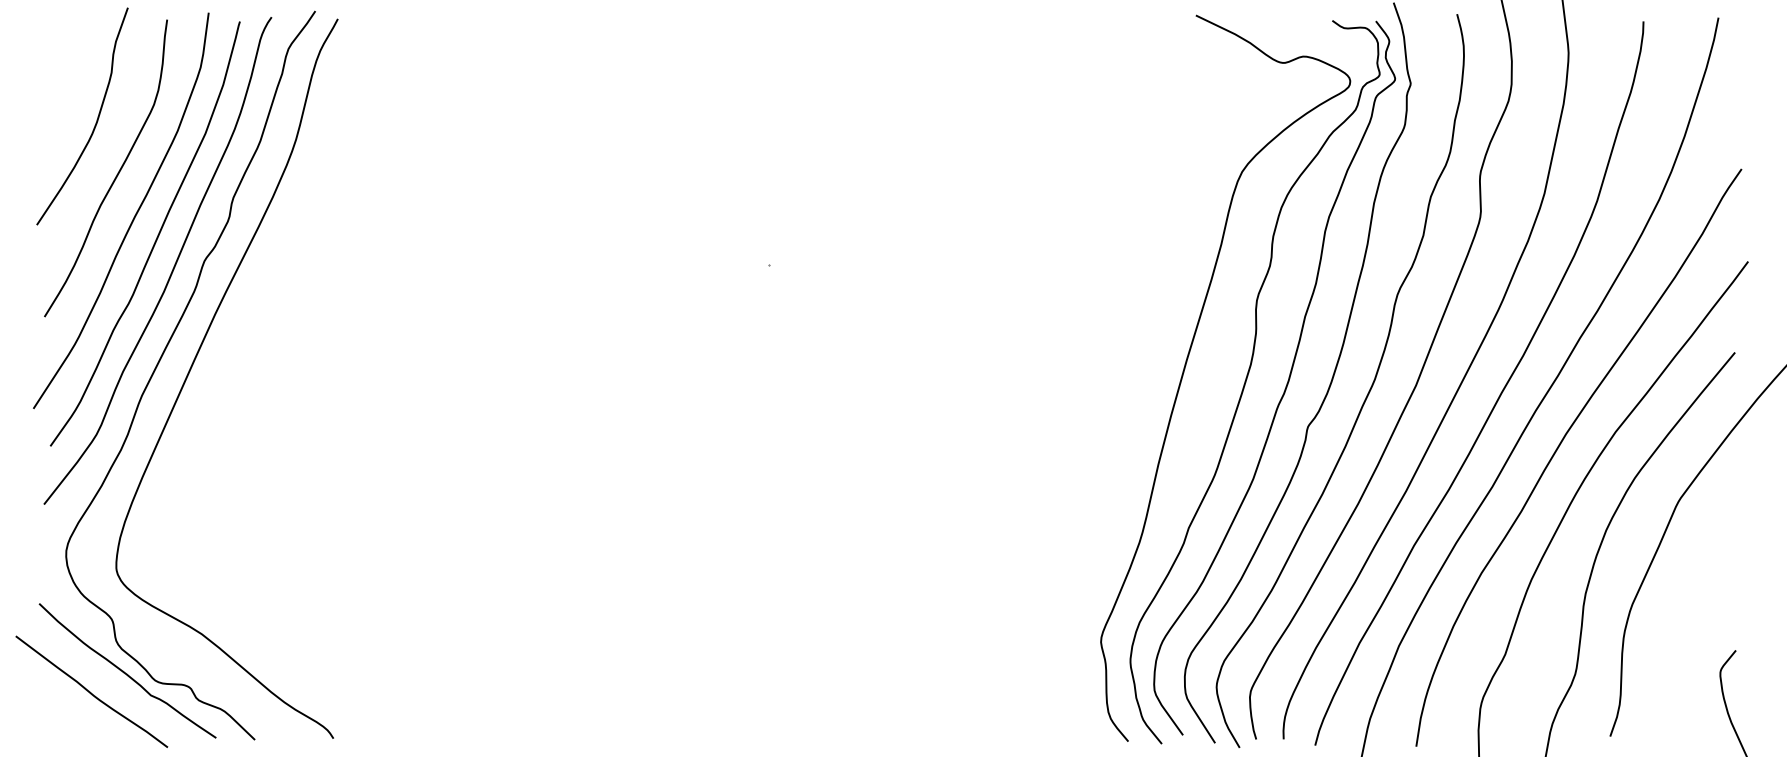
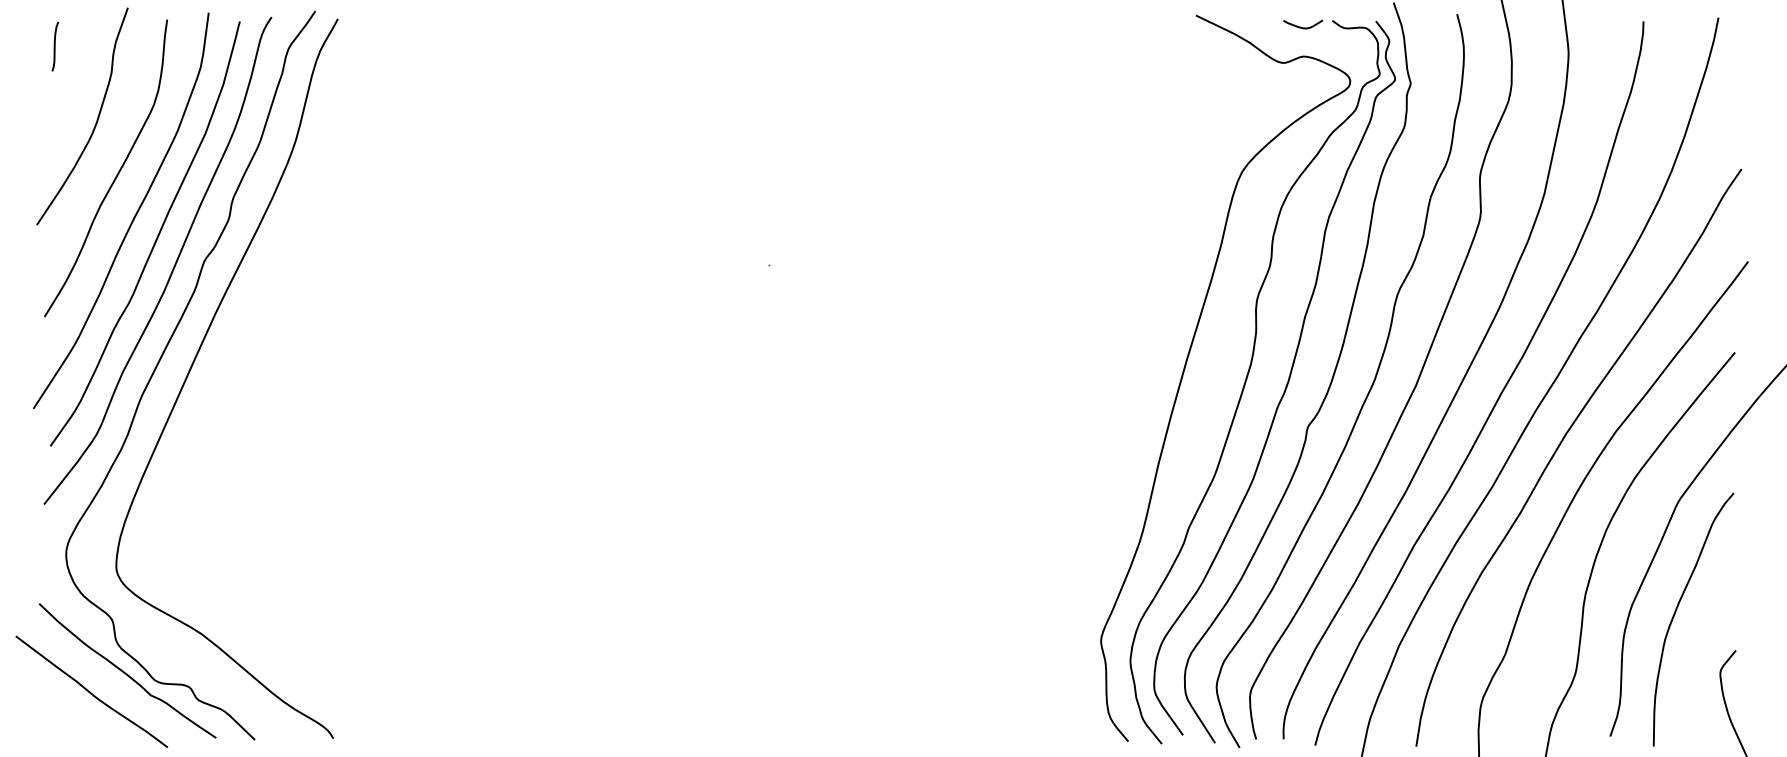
curve at (1303, 27): none -> present
curve at (54, 46): none -> present
curve at (1676, 612): none -> present
